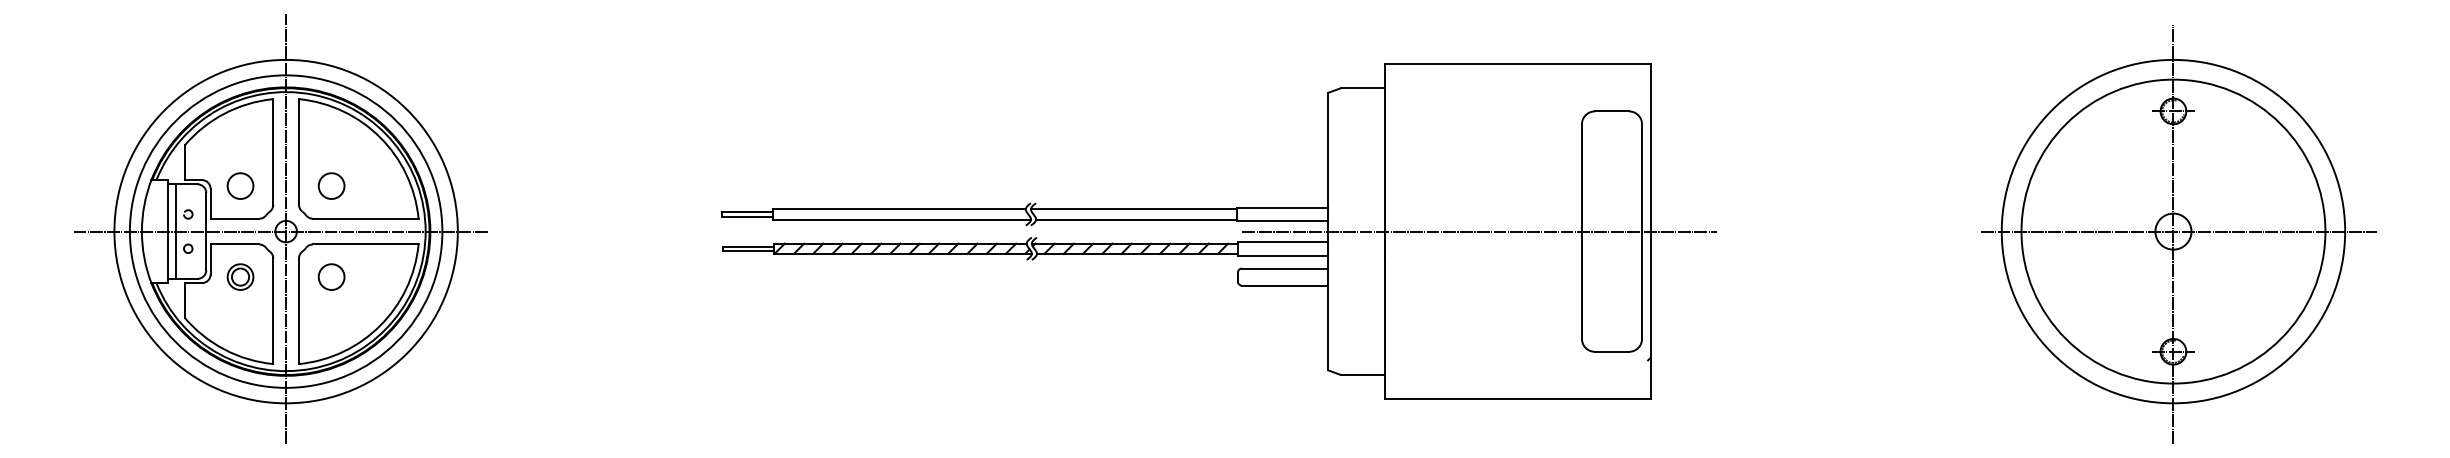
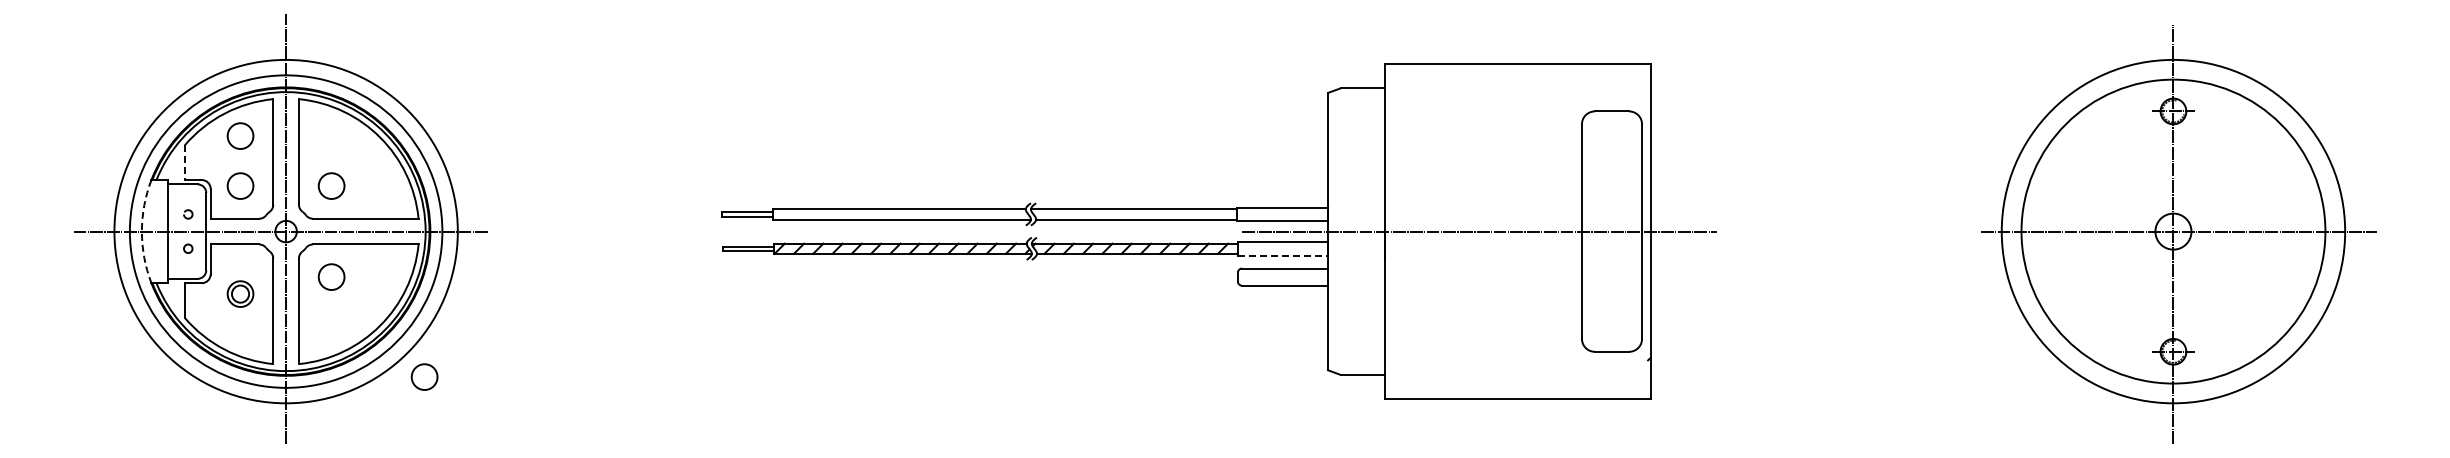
circle at (240, 135): none -> present
line at (184, 163): solid -> dashed
arc at (141, 231): solid -> dashed
line at (176, 231): present -> none
line at (1283, 255): solid -> dashed
part at (240, 276) position: (240, 276) -> (240, 293)
circle at (424, 376): none -> present
